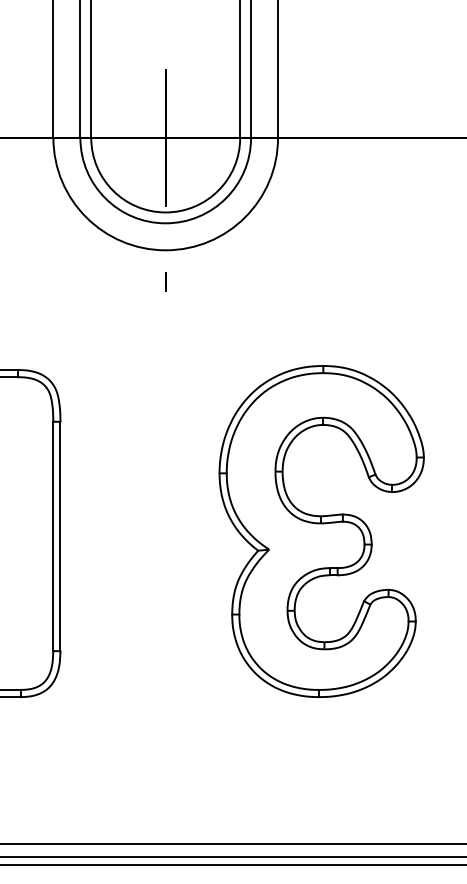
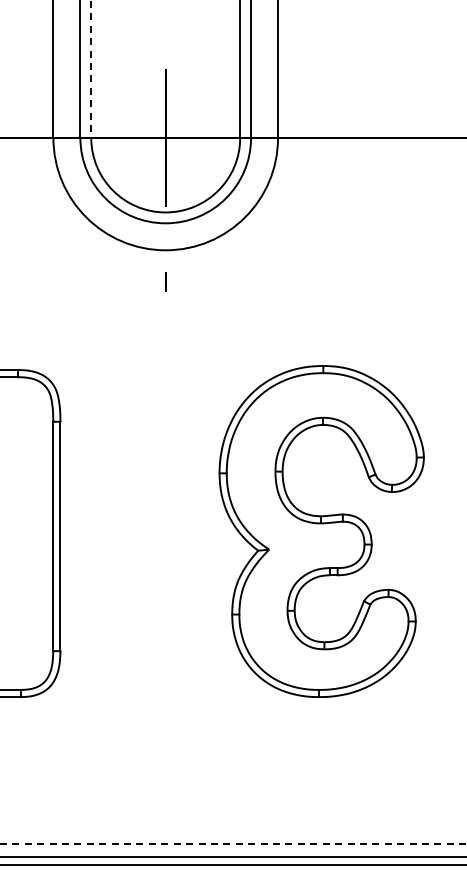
line at (91, 69): solid -> dashed
line at (233, 843): solid -> dashed
